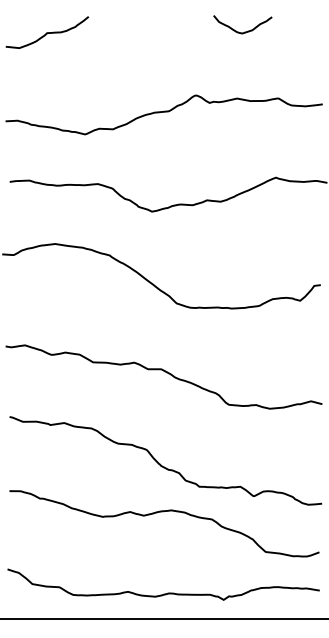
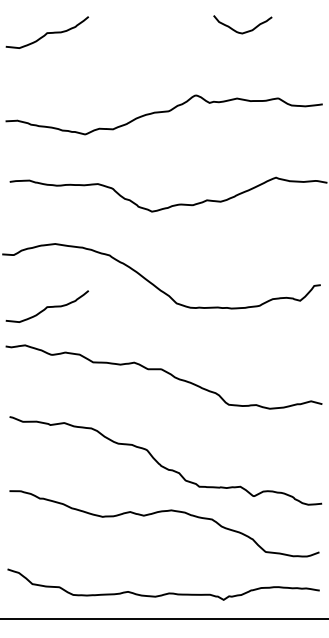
curve at (47, 306): none -> present
